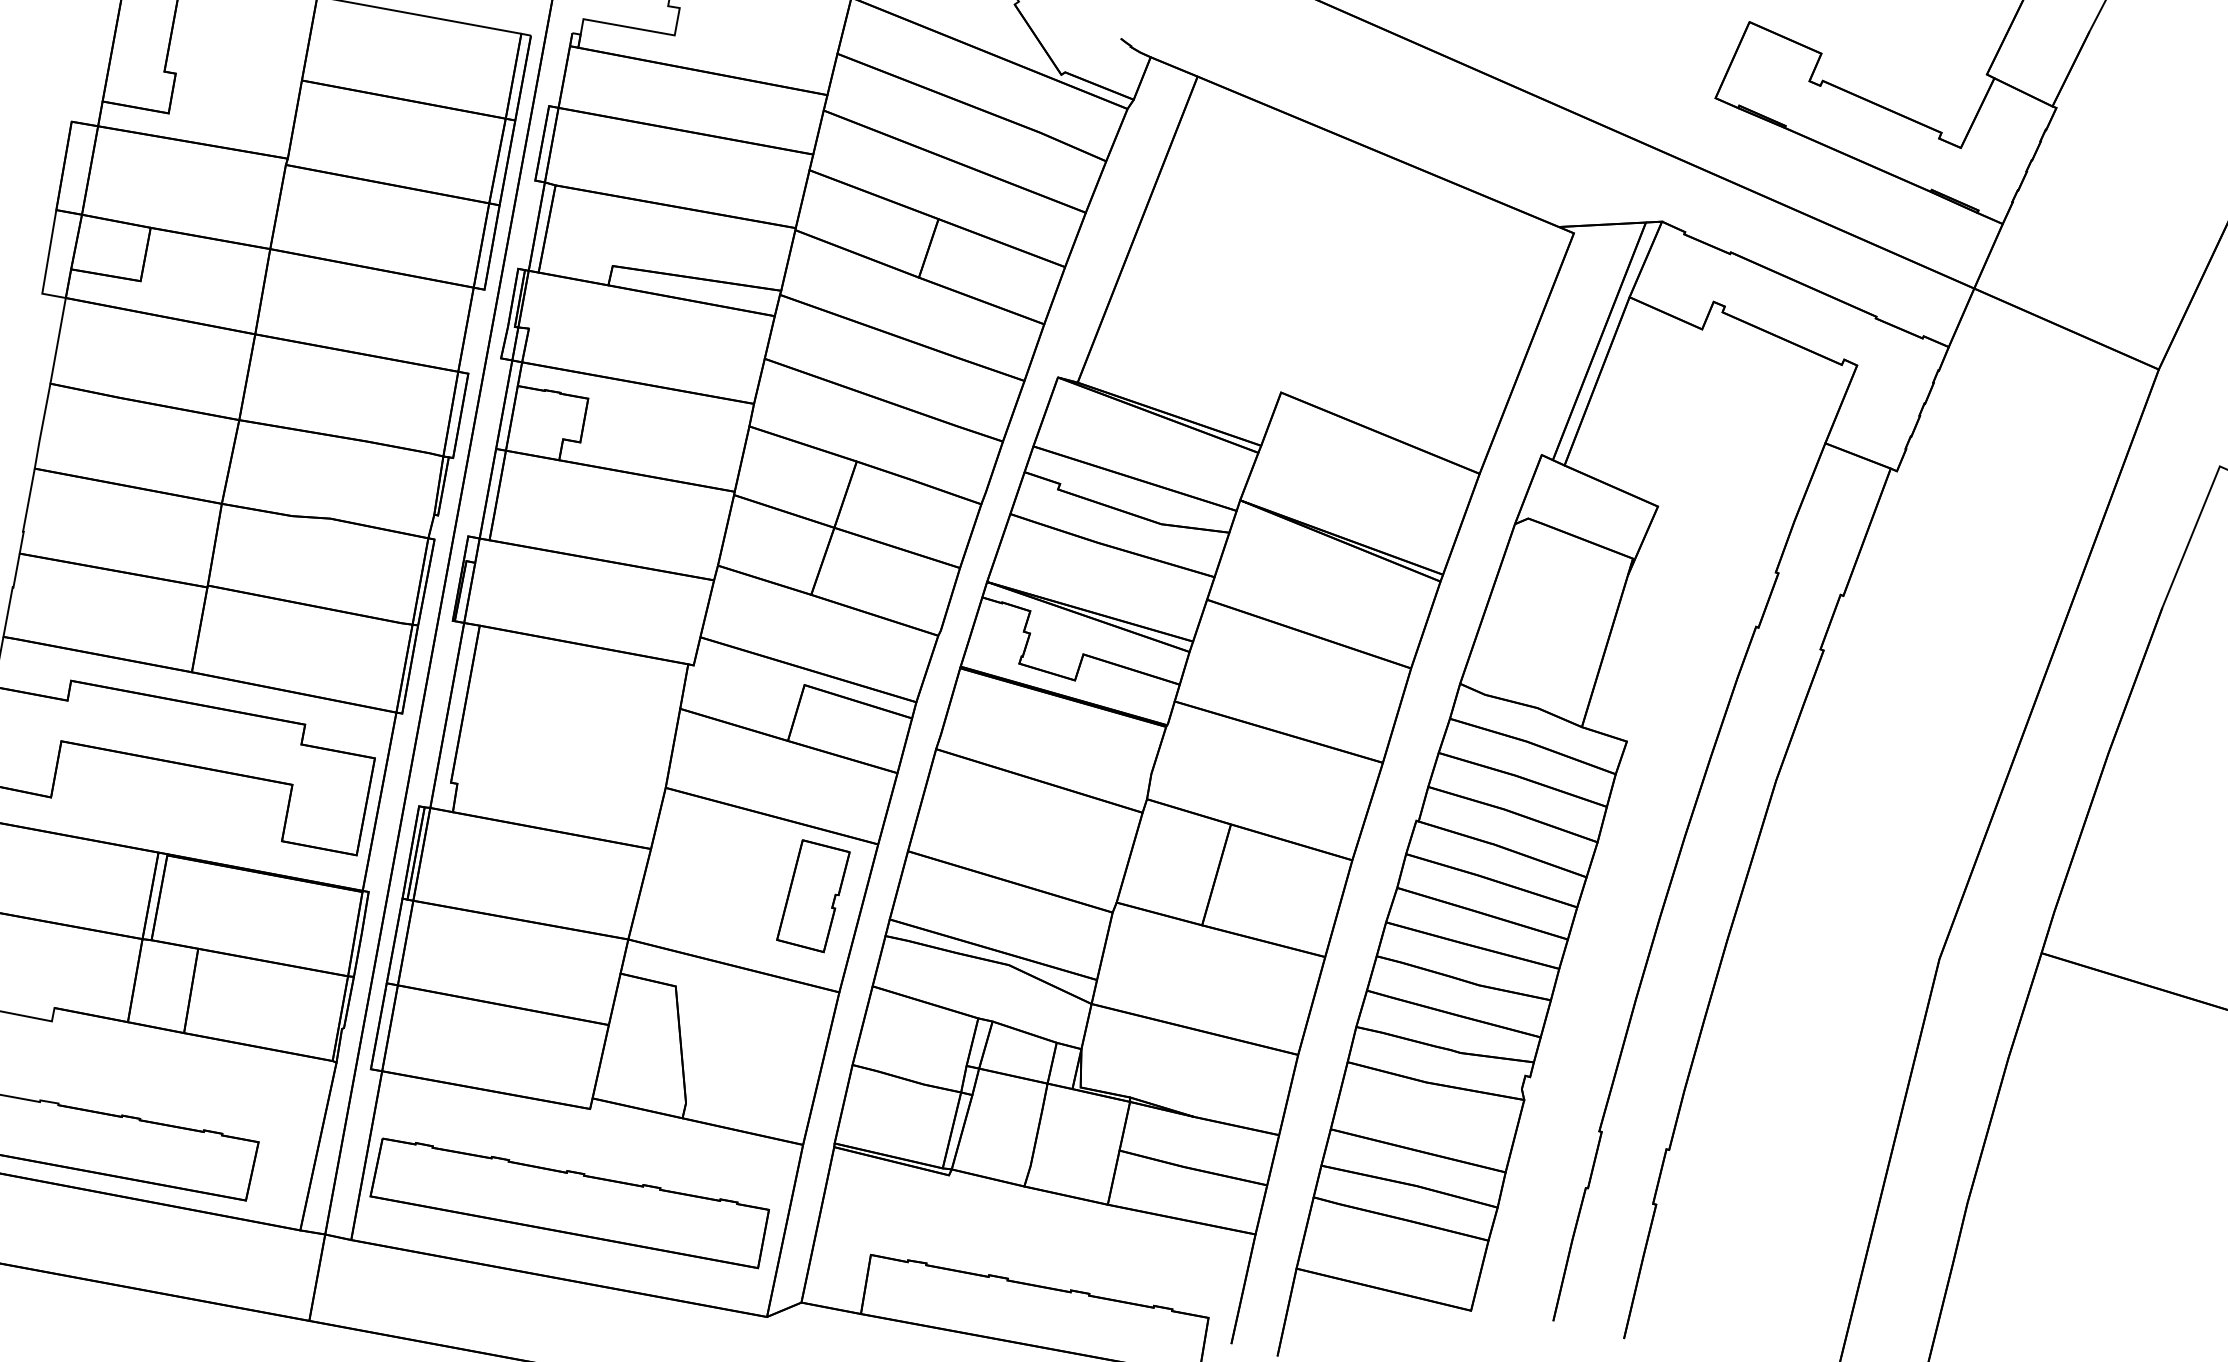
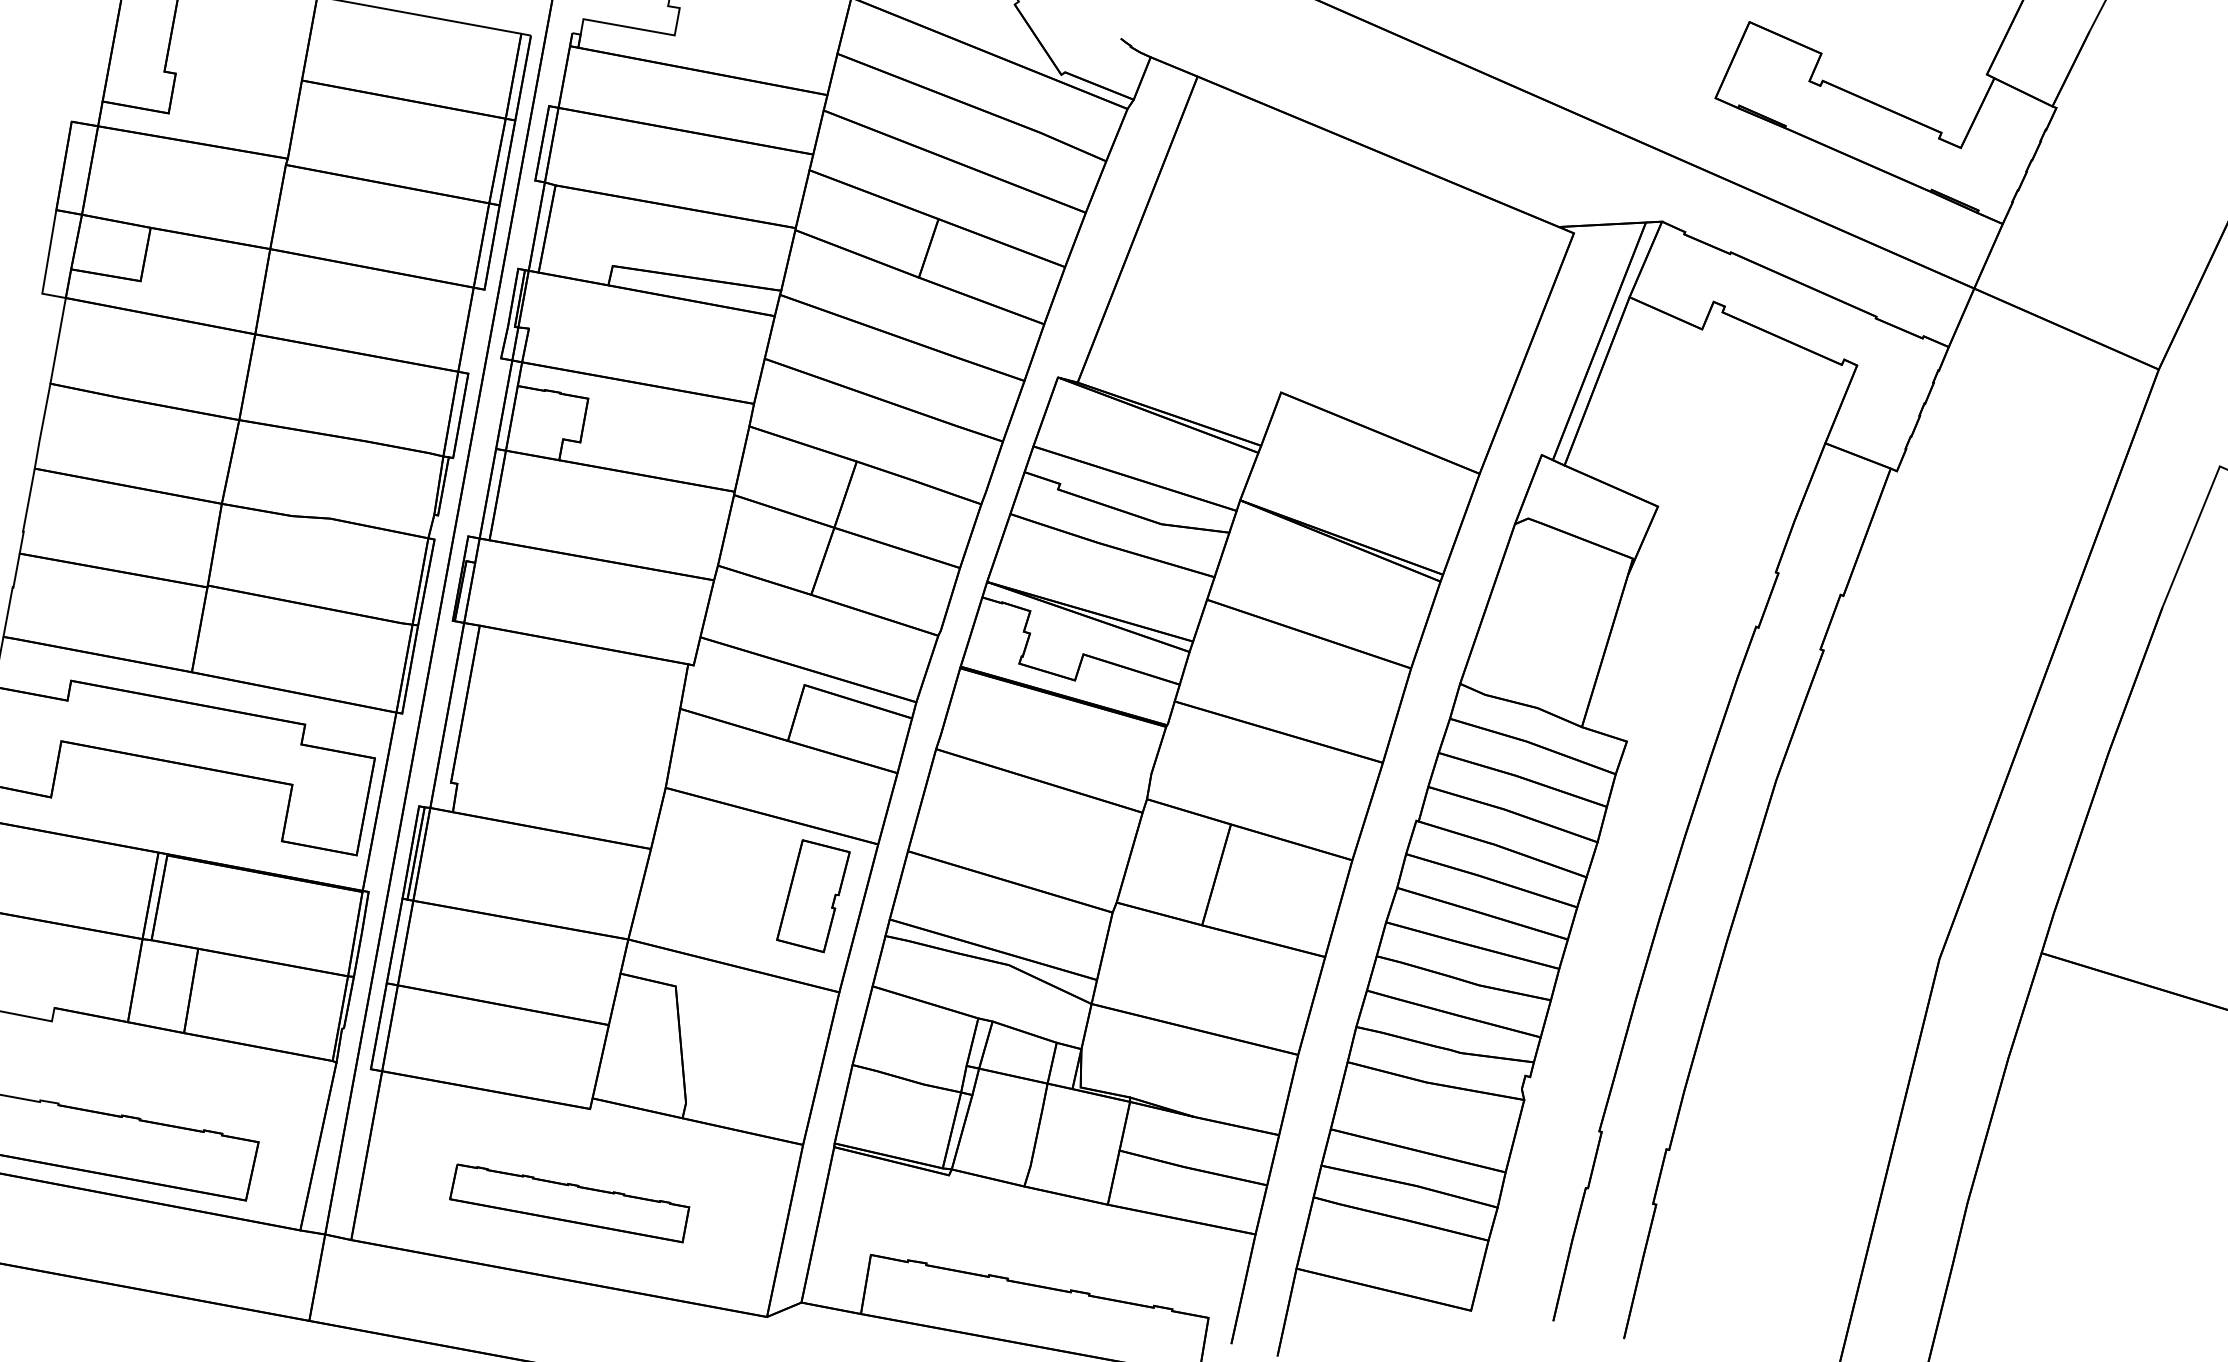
part at (569, 1203) size: 401x133 px -> 242x81 px
